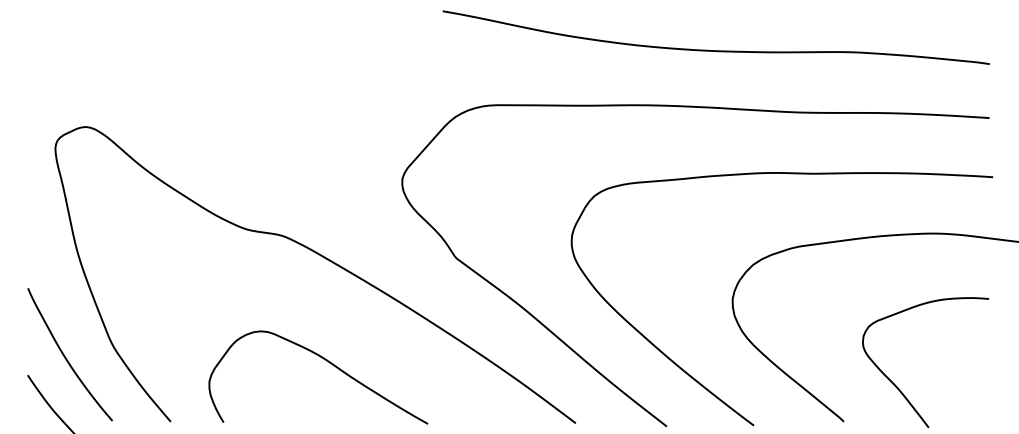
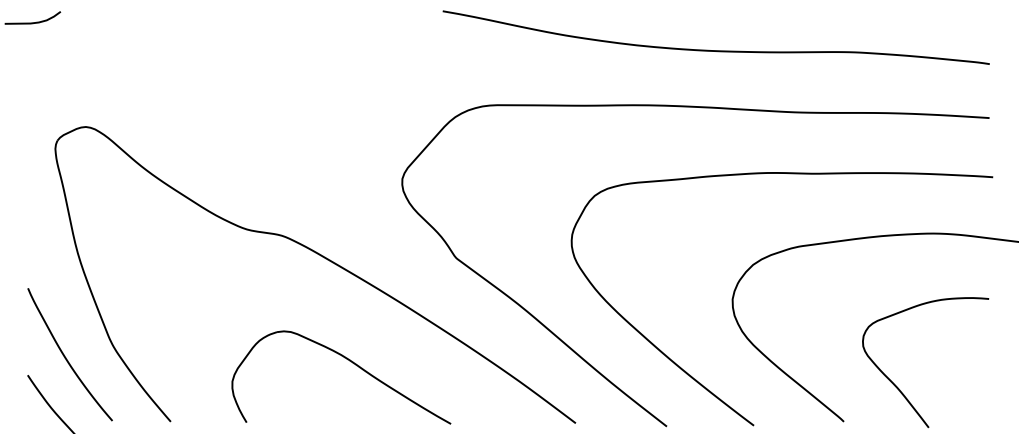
curve at (32, 22): none -> present
part at (329, 363) position: (329, 363) -> (352, 363)
